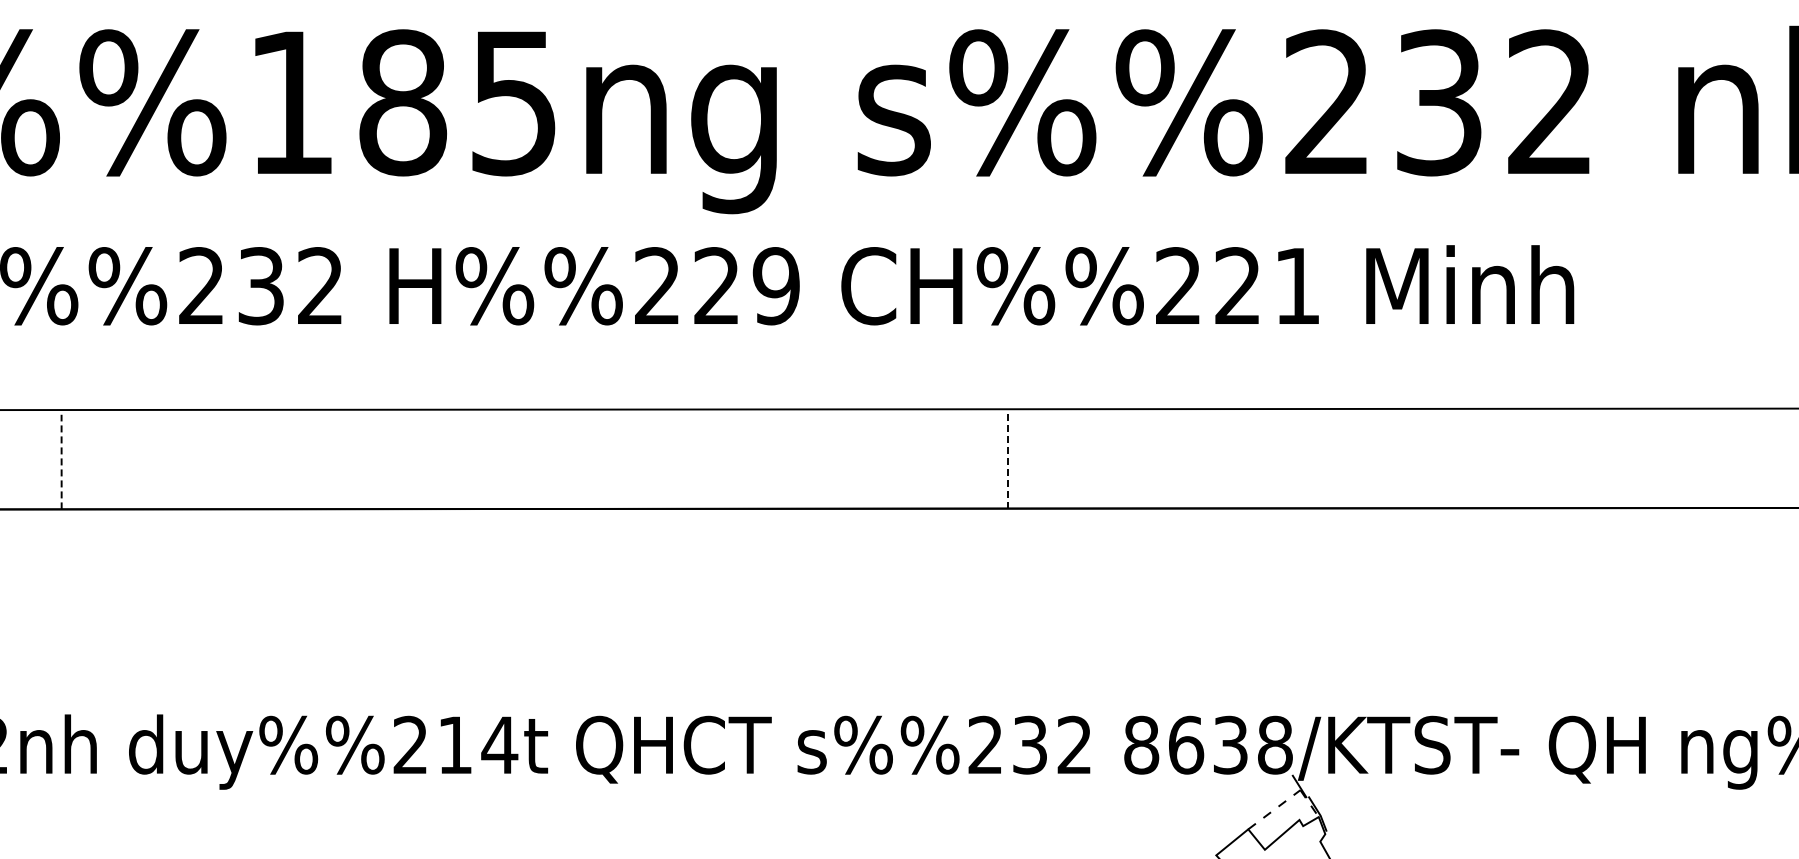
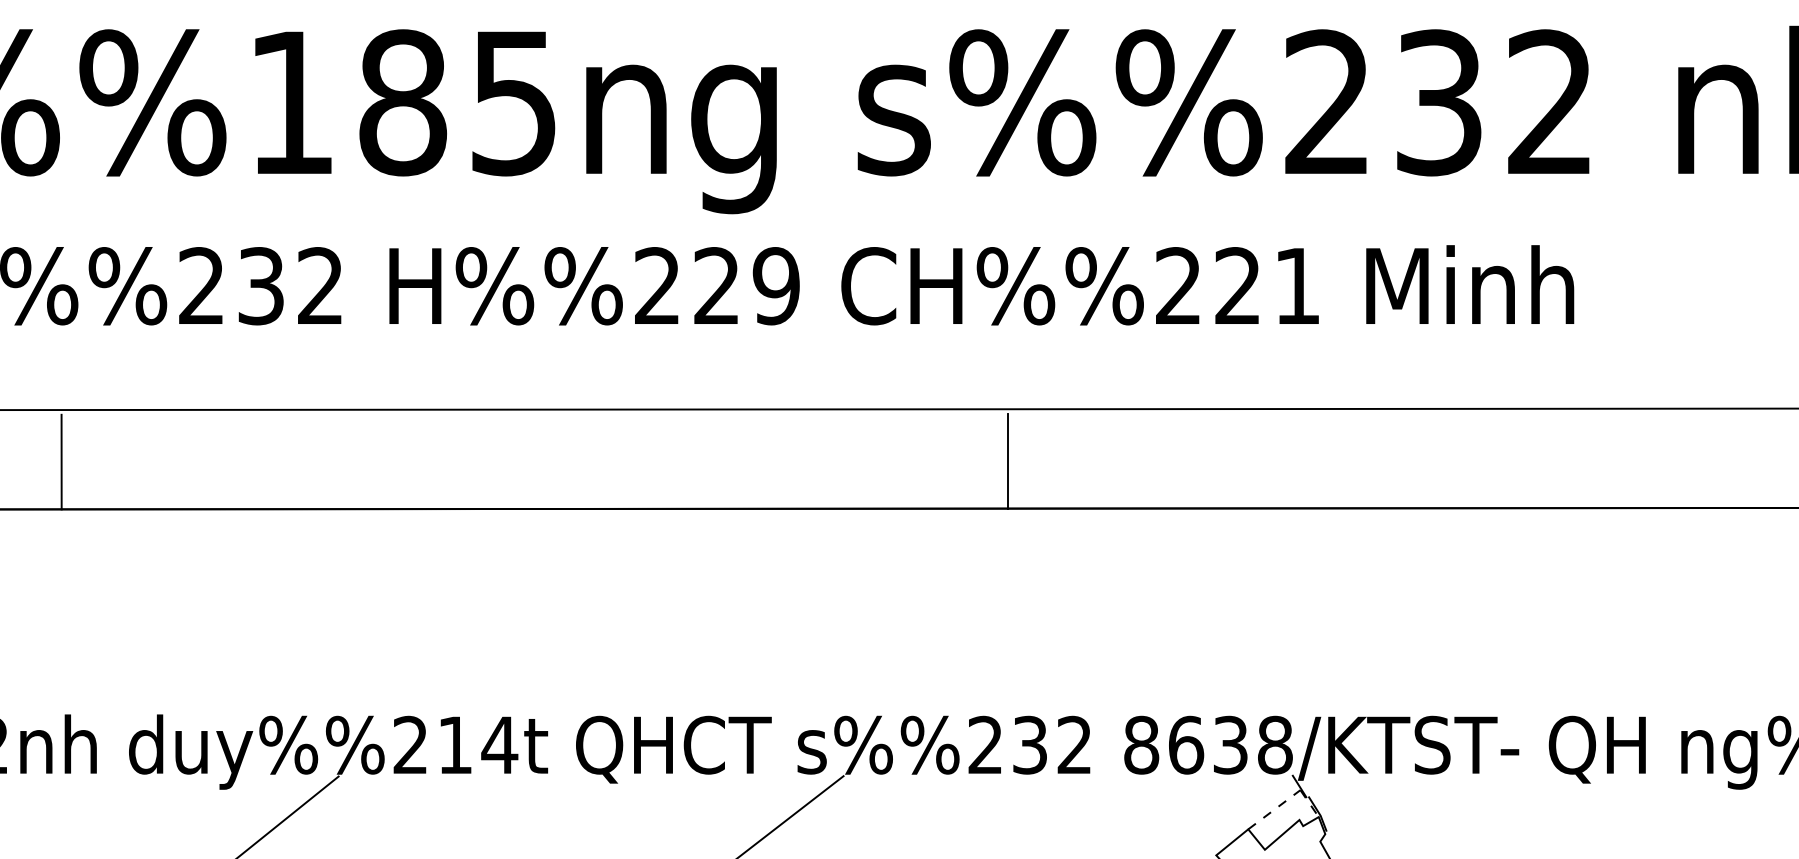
line at (1007, 460): dashed -> solid
line at (61, 461): dashed -> solid
line at (289, 815): none -> present
line at (791, 815): none -> present
